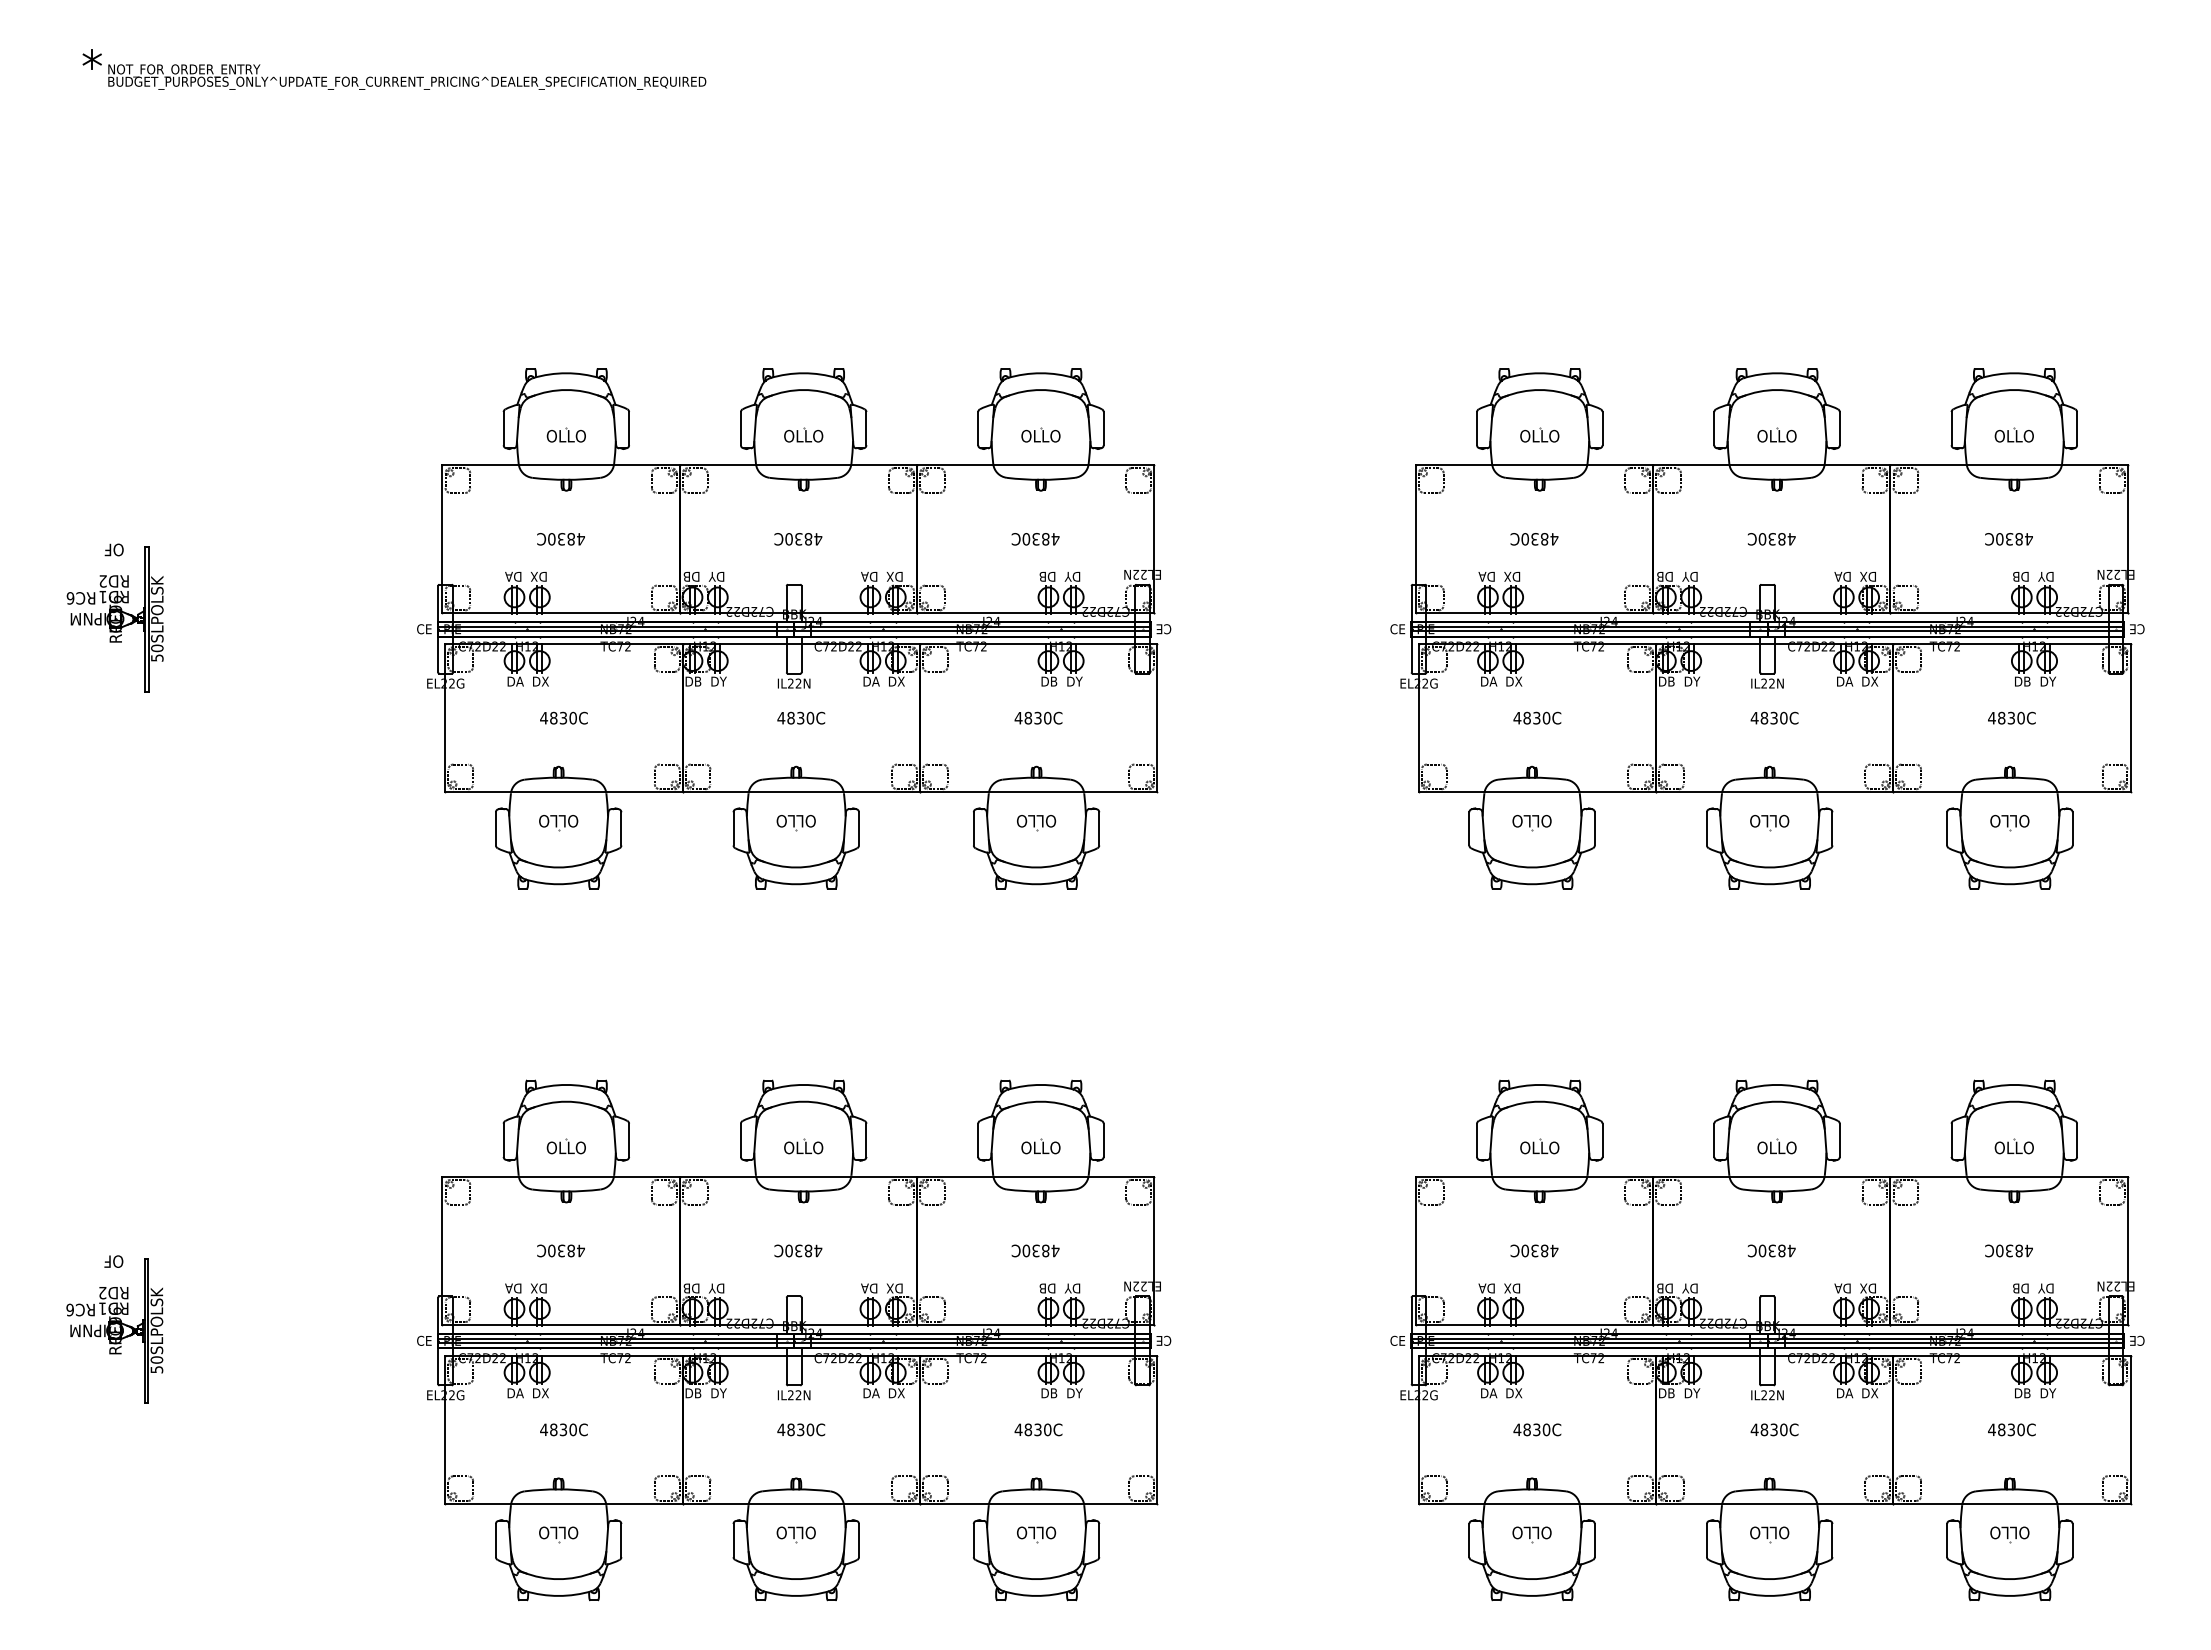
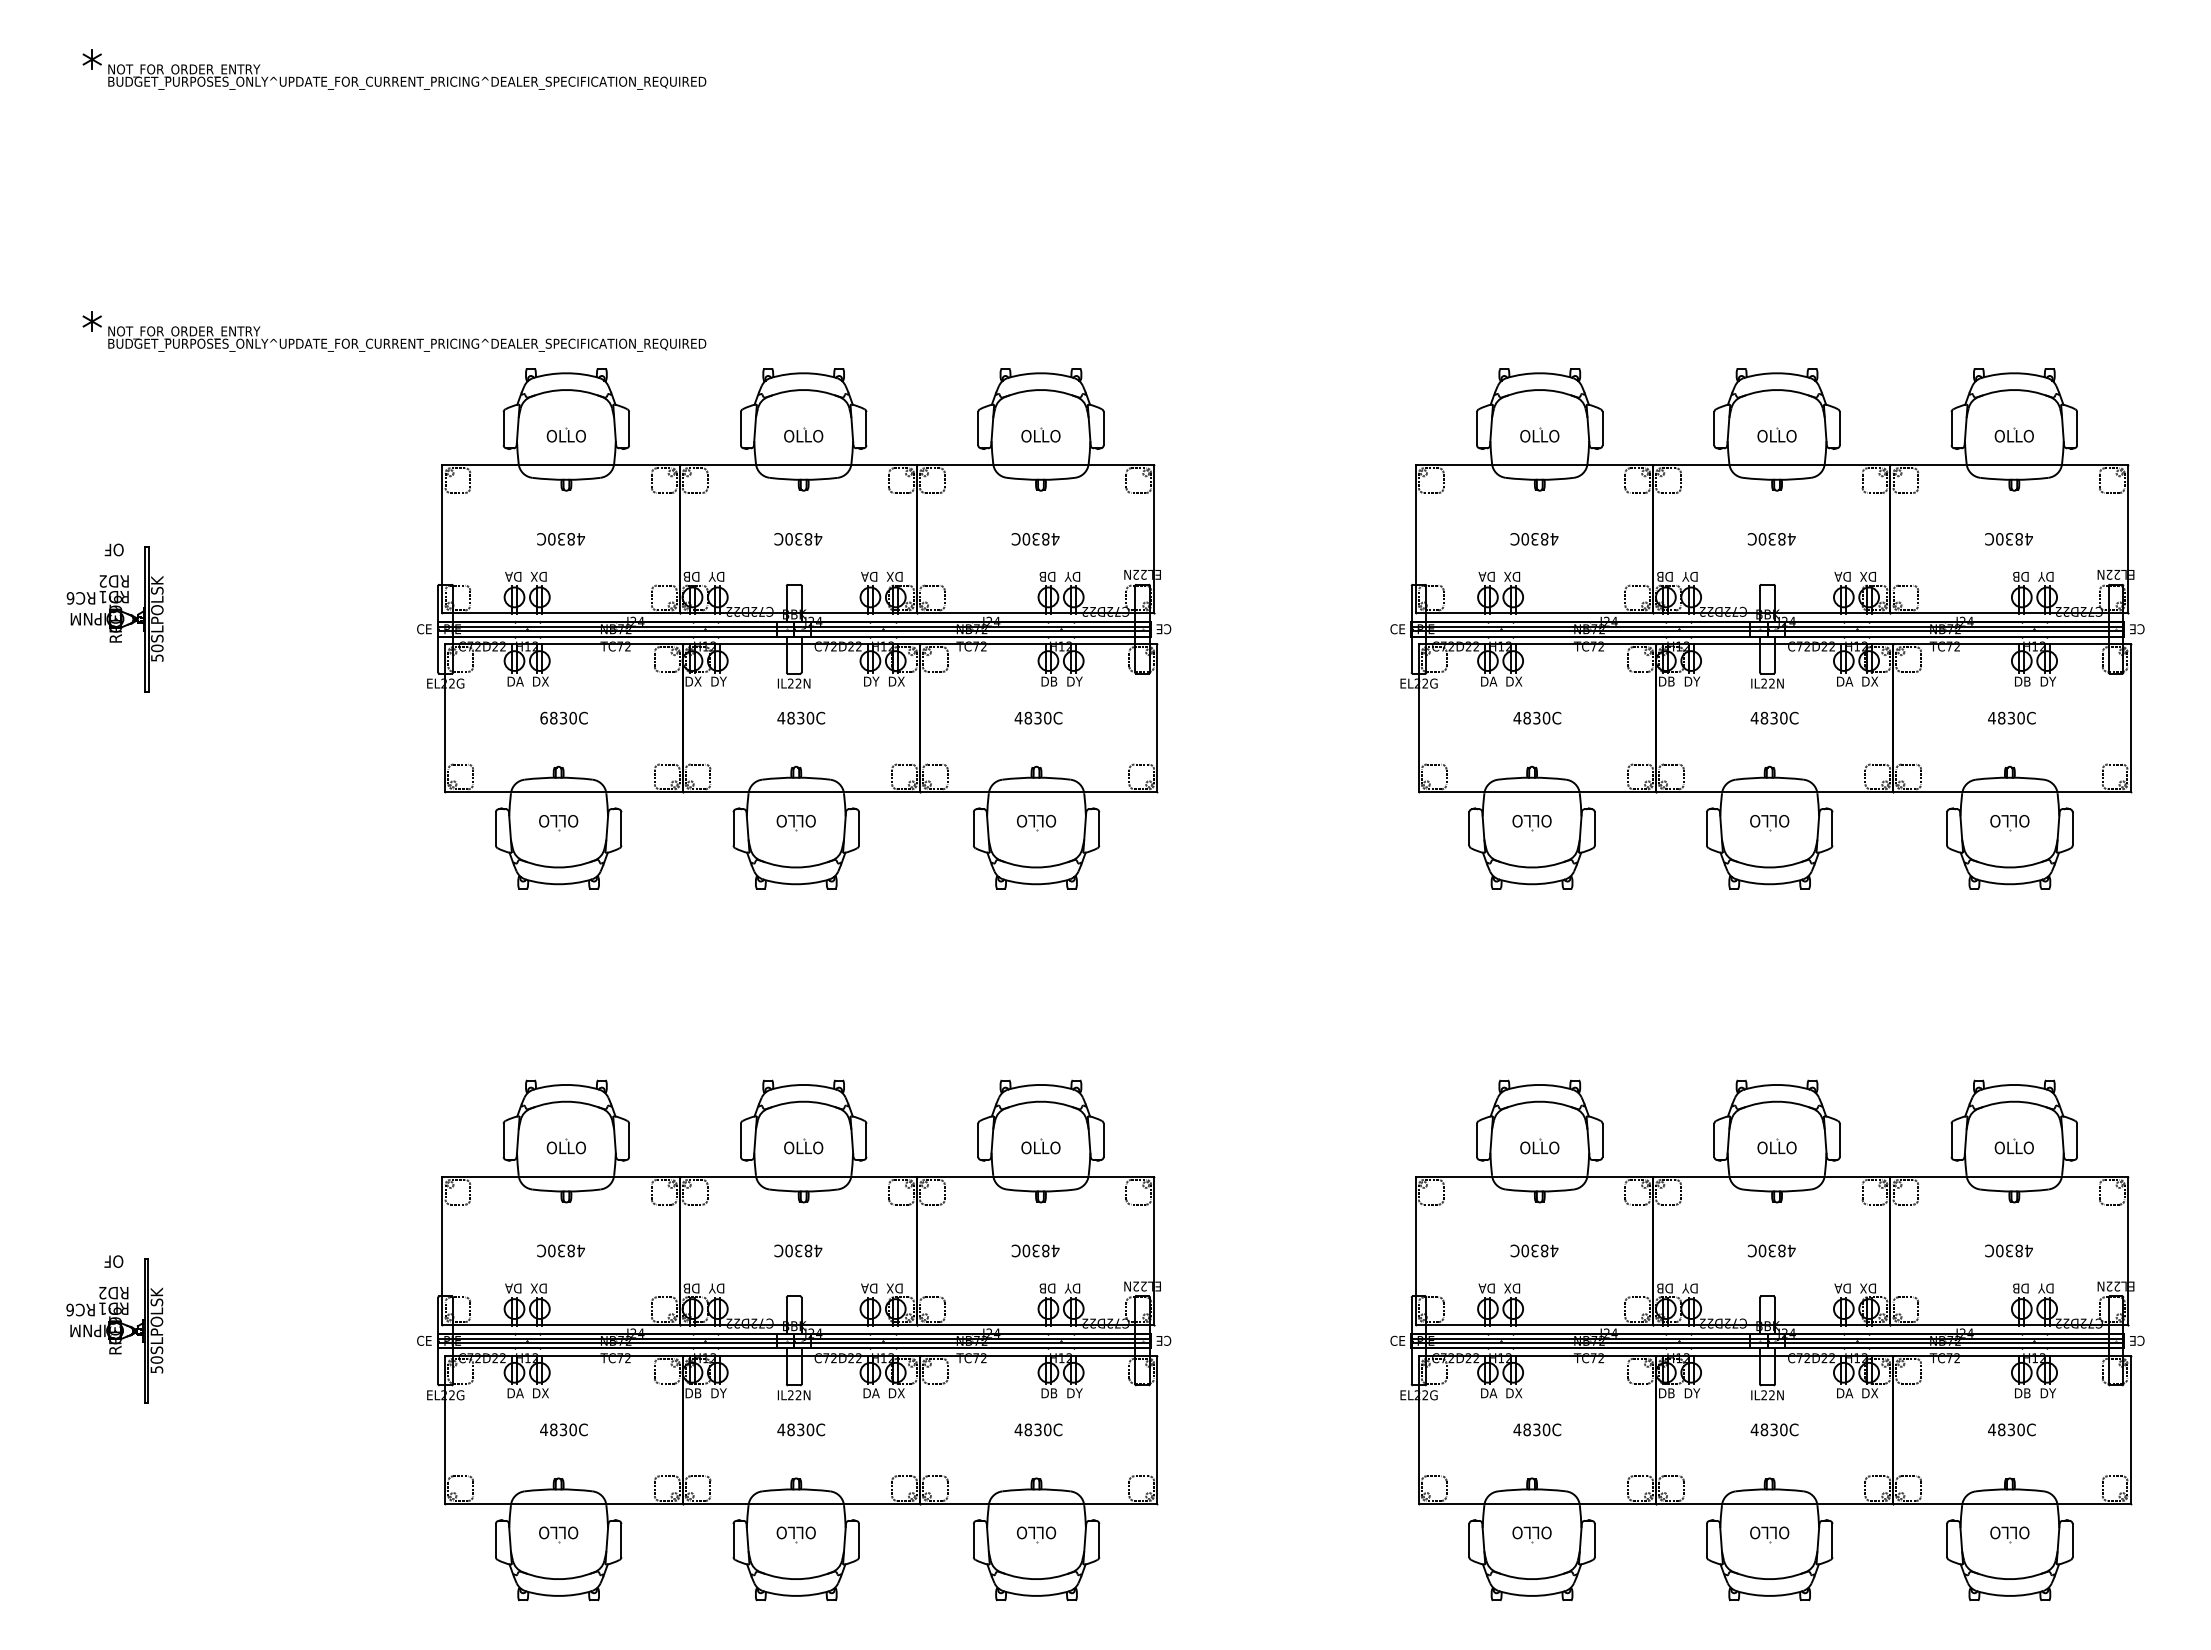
part at (394, 338): none -> present
text at (697, 681): DB -> DX
text at (871, 681): DA -> DY
text at (544, 717): 4830C -> 6830C
